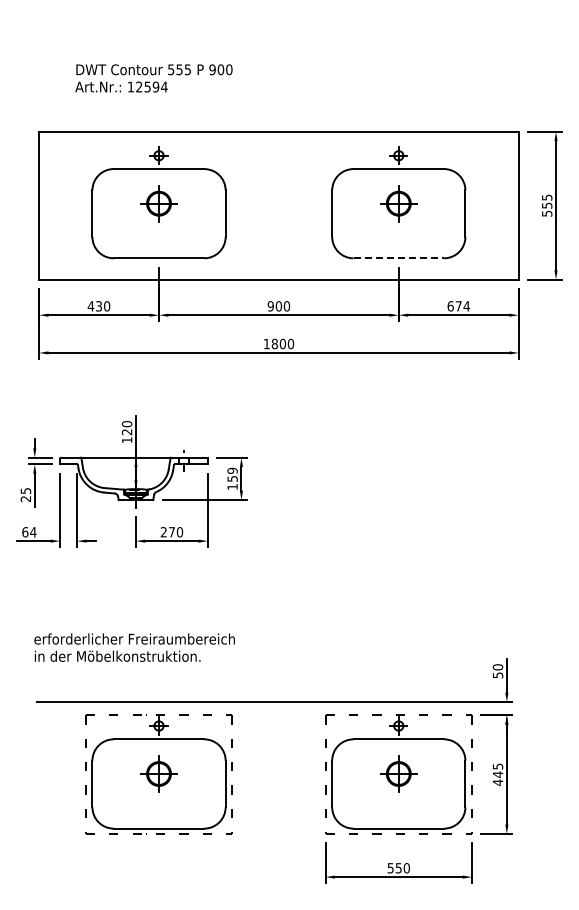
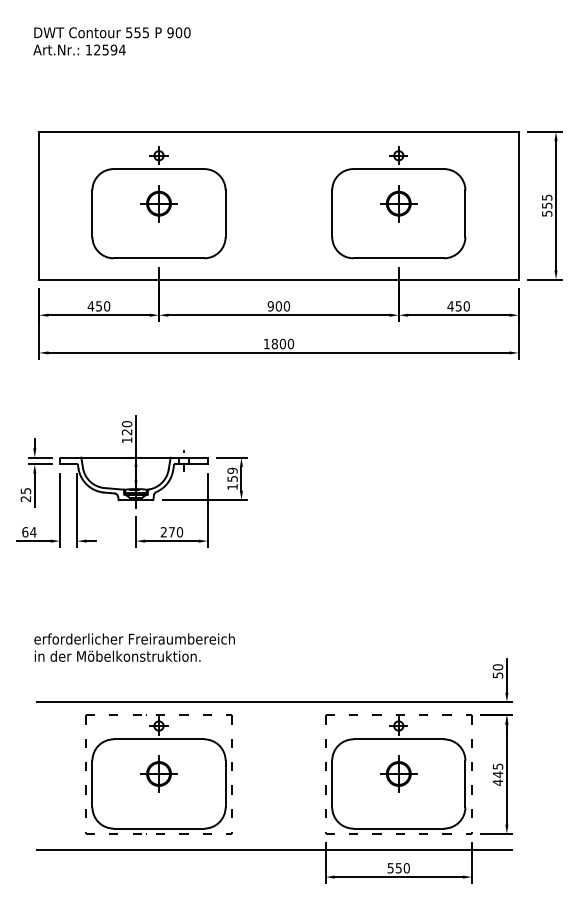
text at (153, 78) position: (153, 78) -> (111, 41)
line at (399, 258): dashed -> solid
text at (98, 305): 430 -> 450
text at (458, 306): 674 -> 450
line at (274, 849): none -> present
